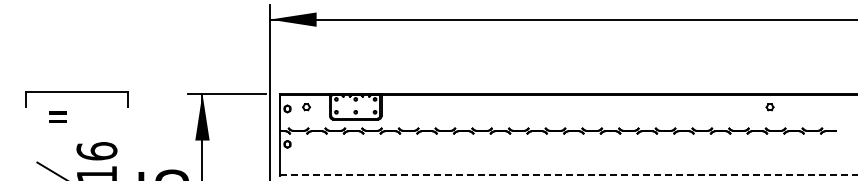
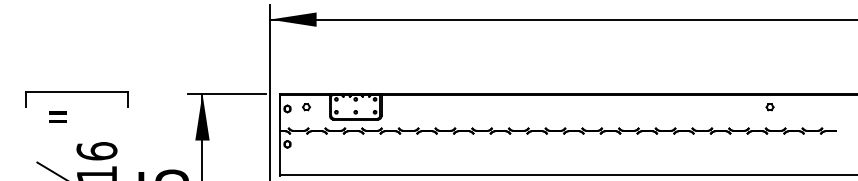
line at (568, 174): dashed -> solid
